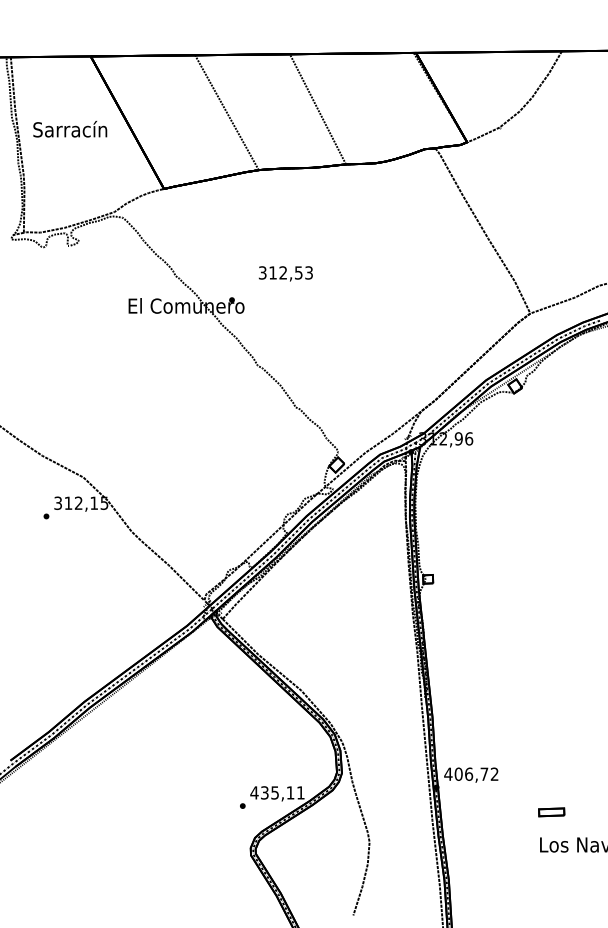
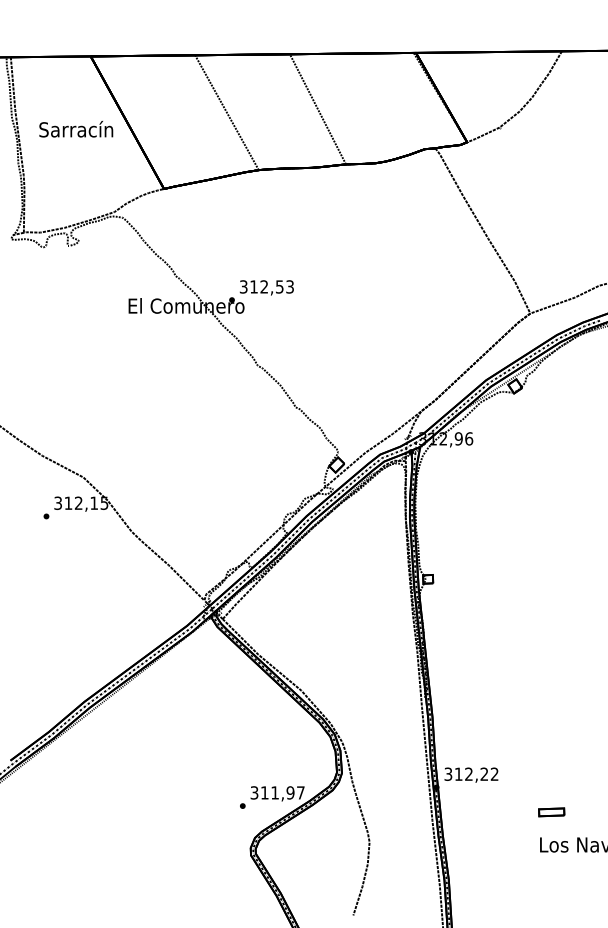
text at (70, 129) position: (70, 129) -> (76, 129)
text at (285, 273) position: (285, 273) -> (266, 287)
text at (466, 773): 406,72 -> 312,22
text at (277, 792): 435,11 -> 311,97
